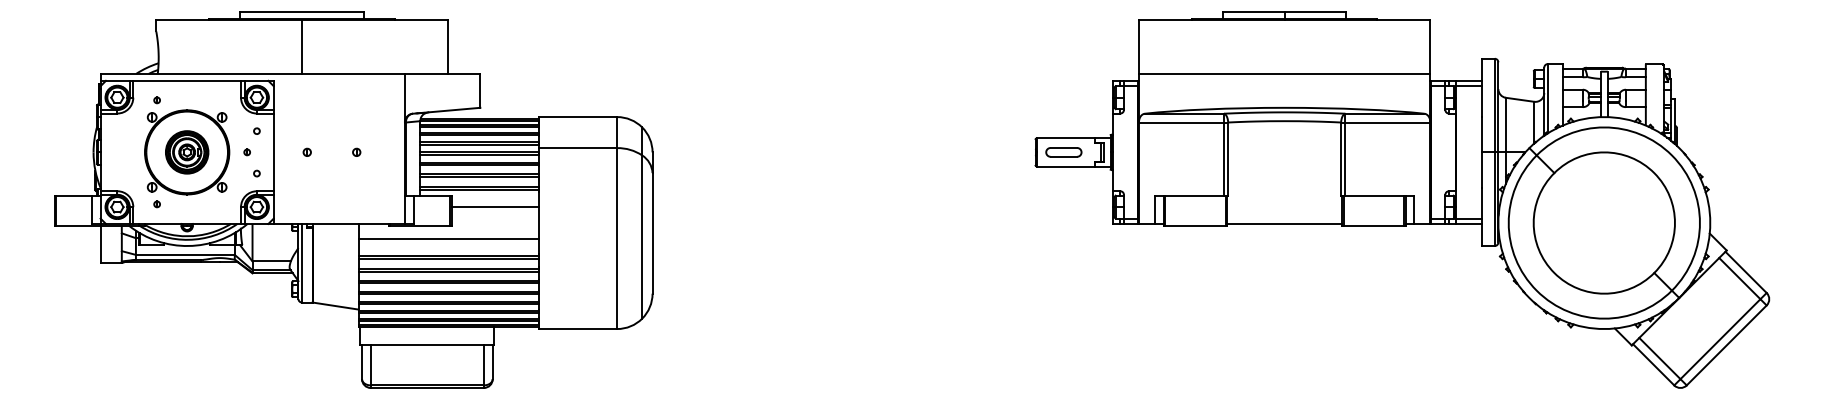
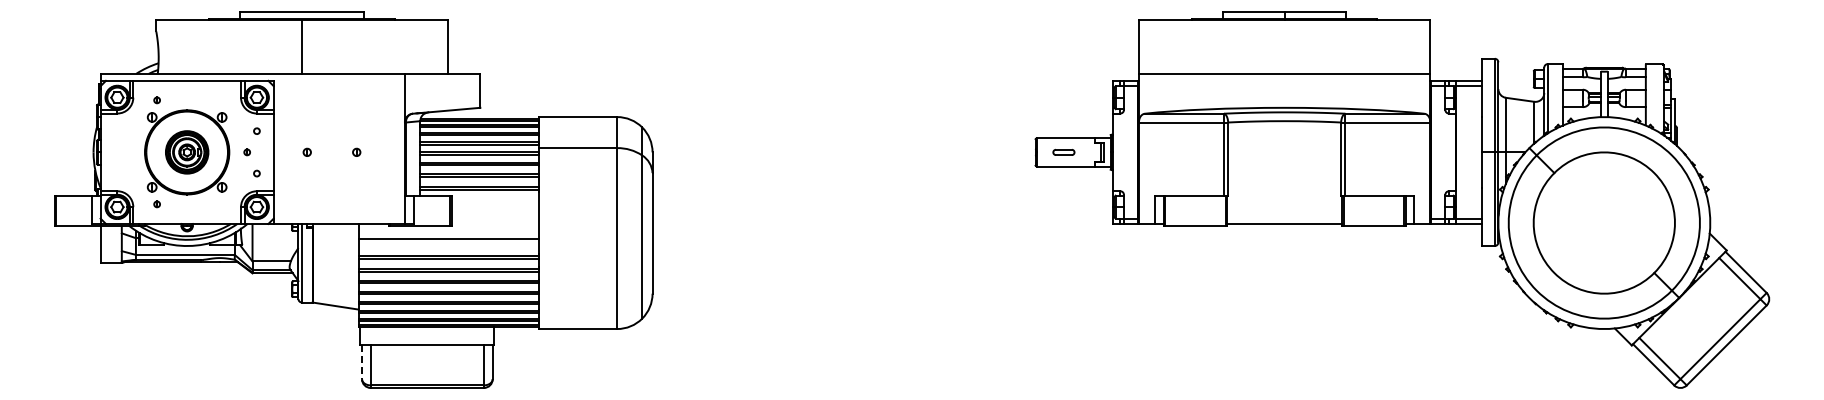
part at (1063, 152) size: 38x11 px -> 24x7 px
line at (495, 207): present -> none
line at (362, 362): solid -> dashed
